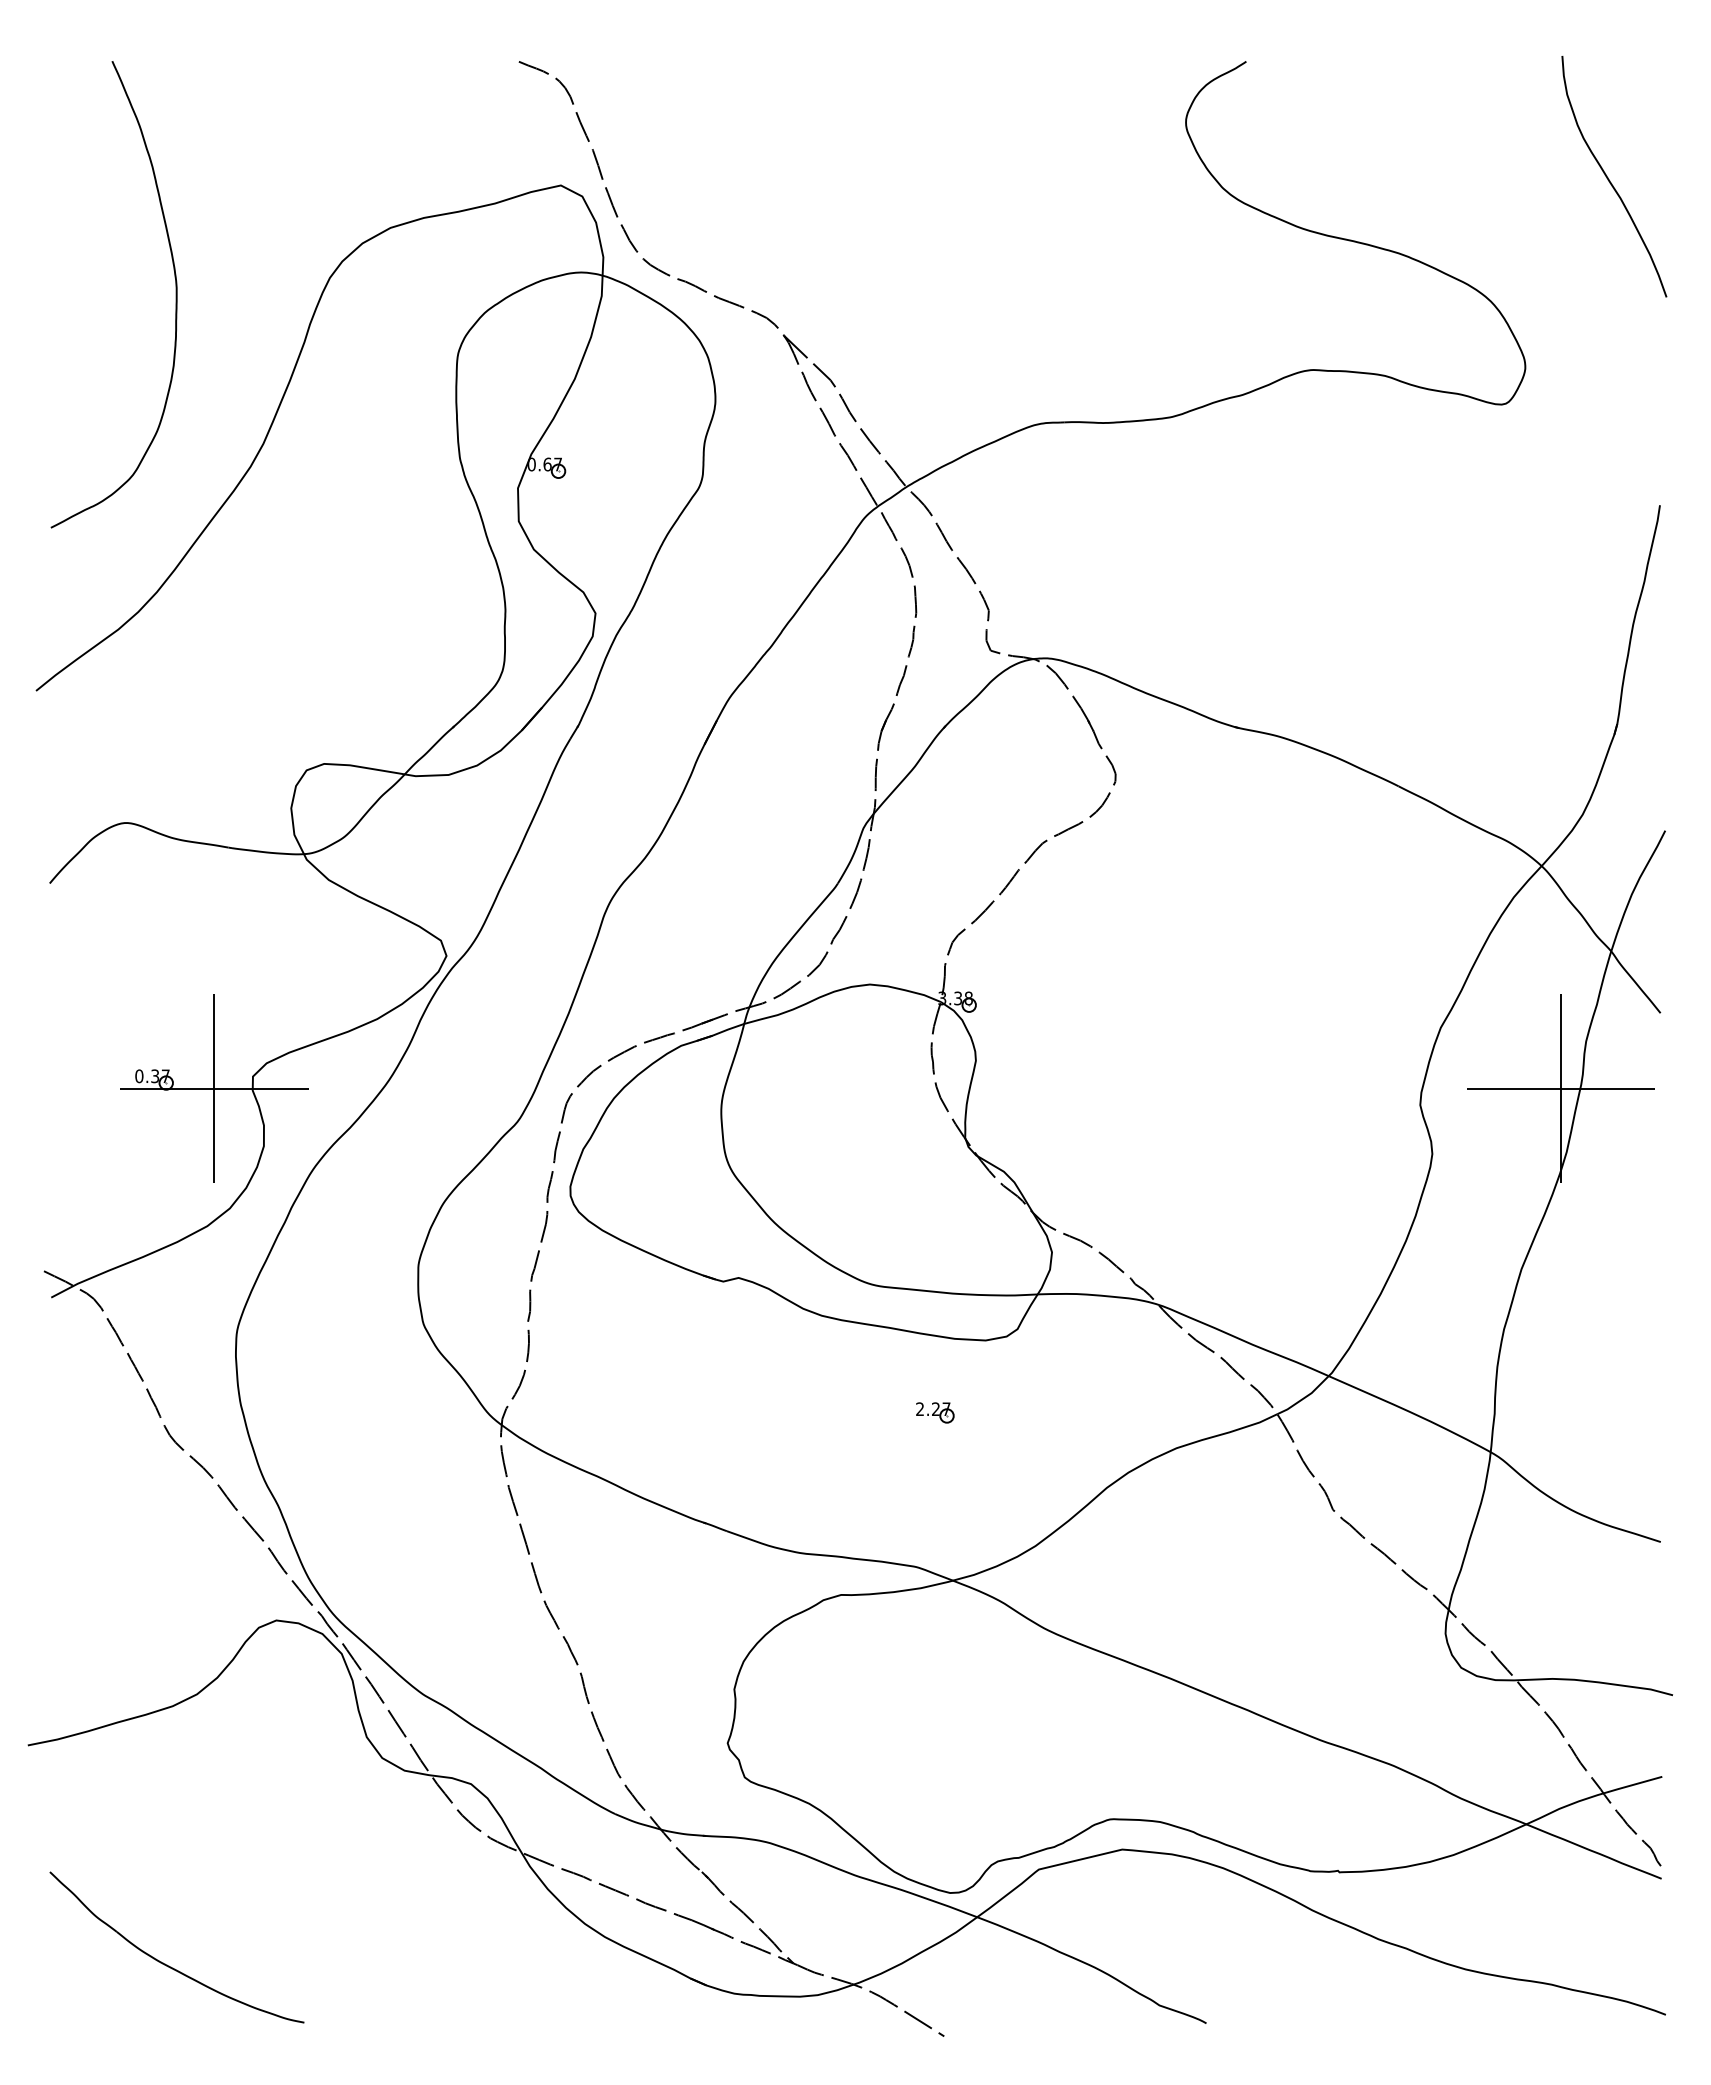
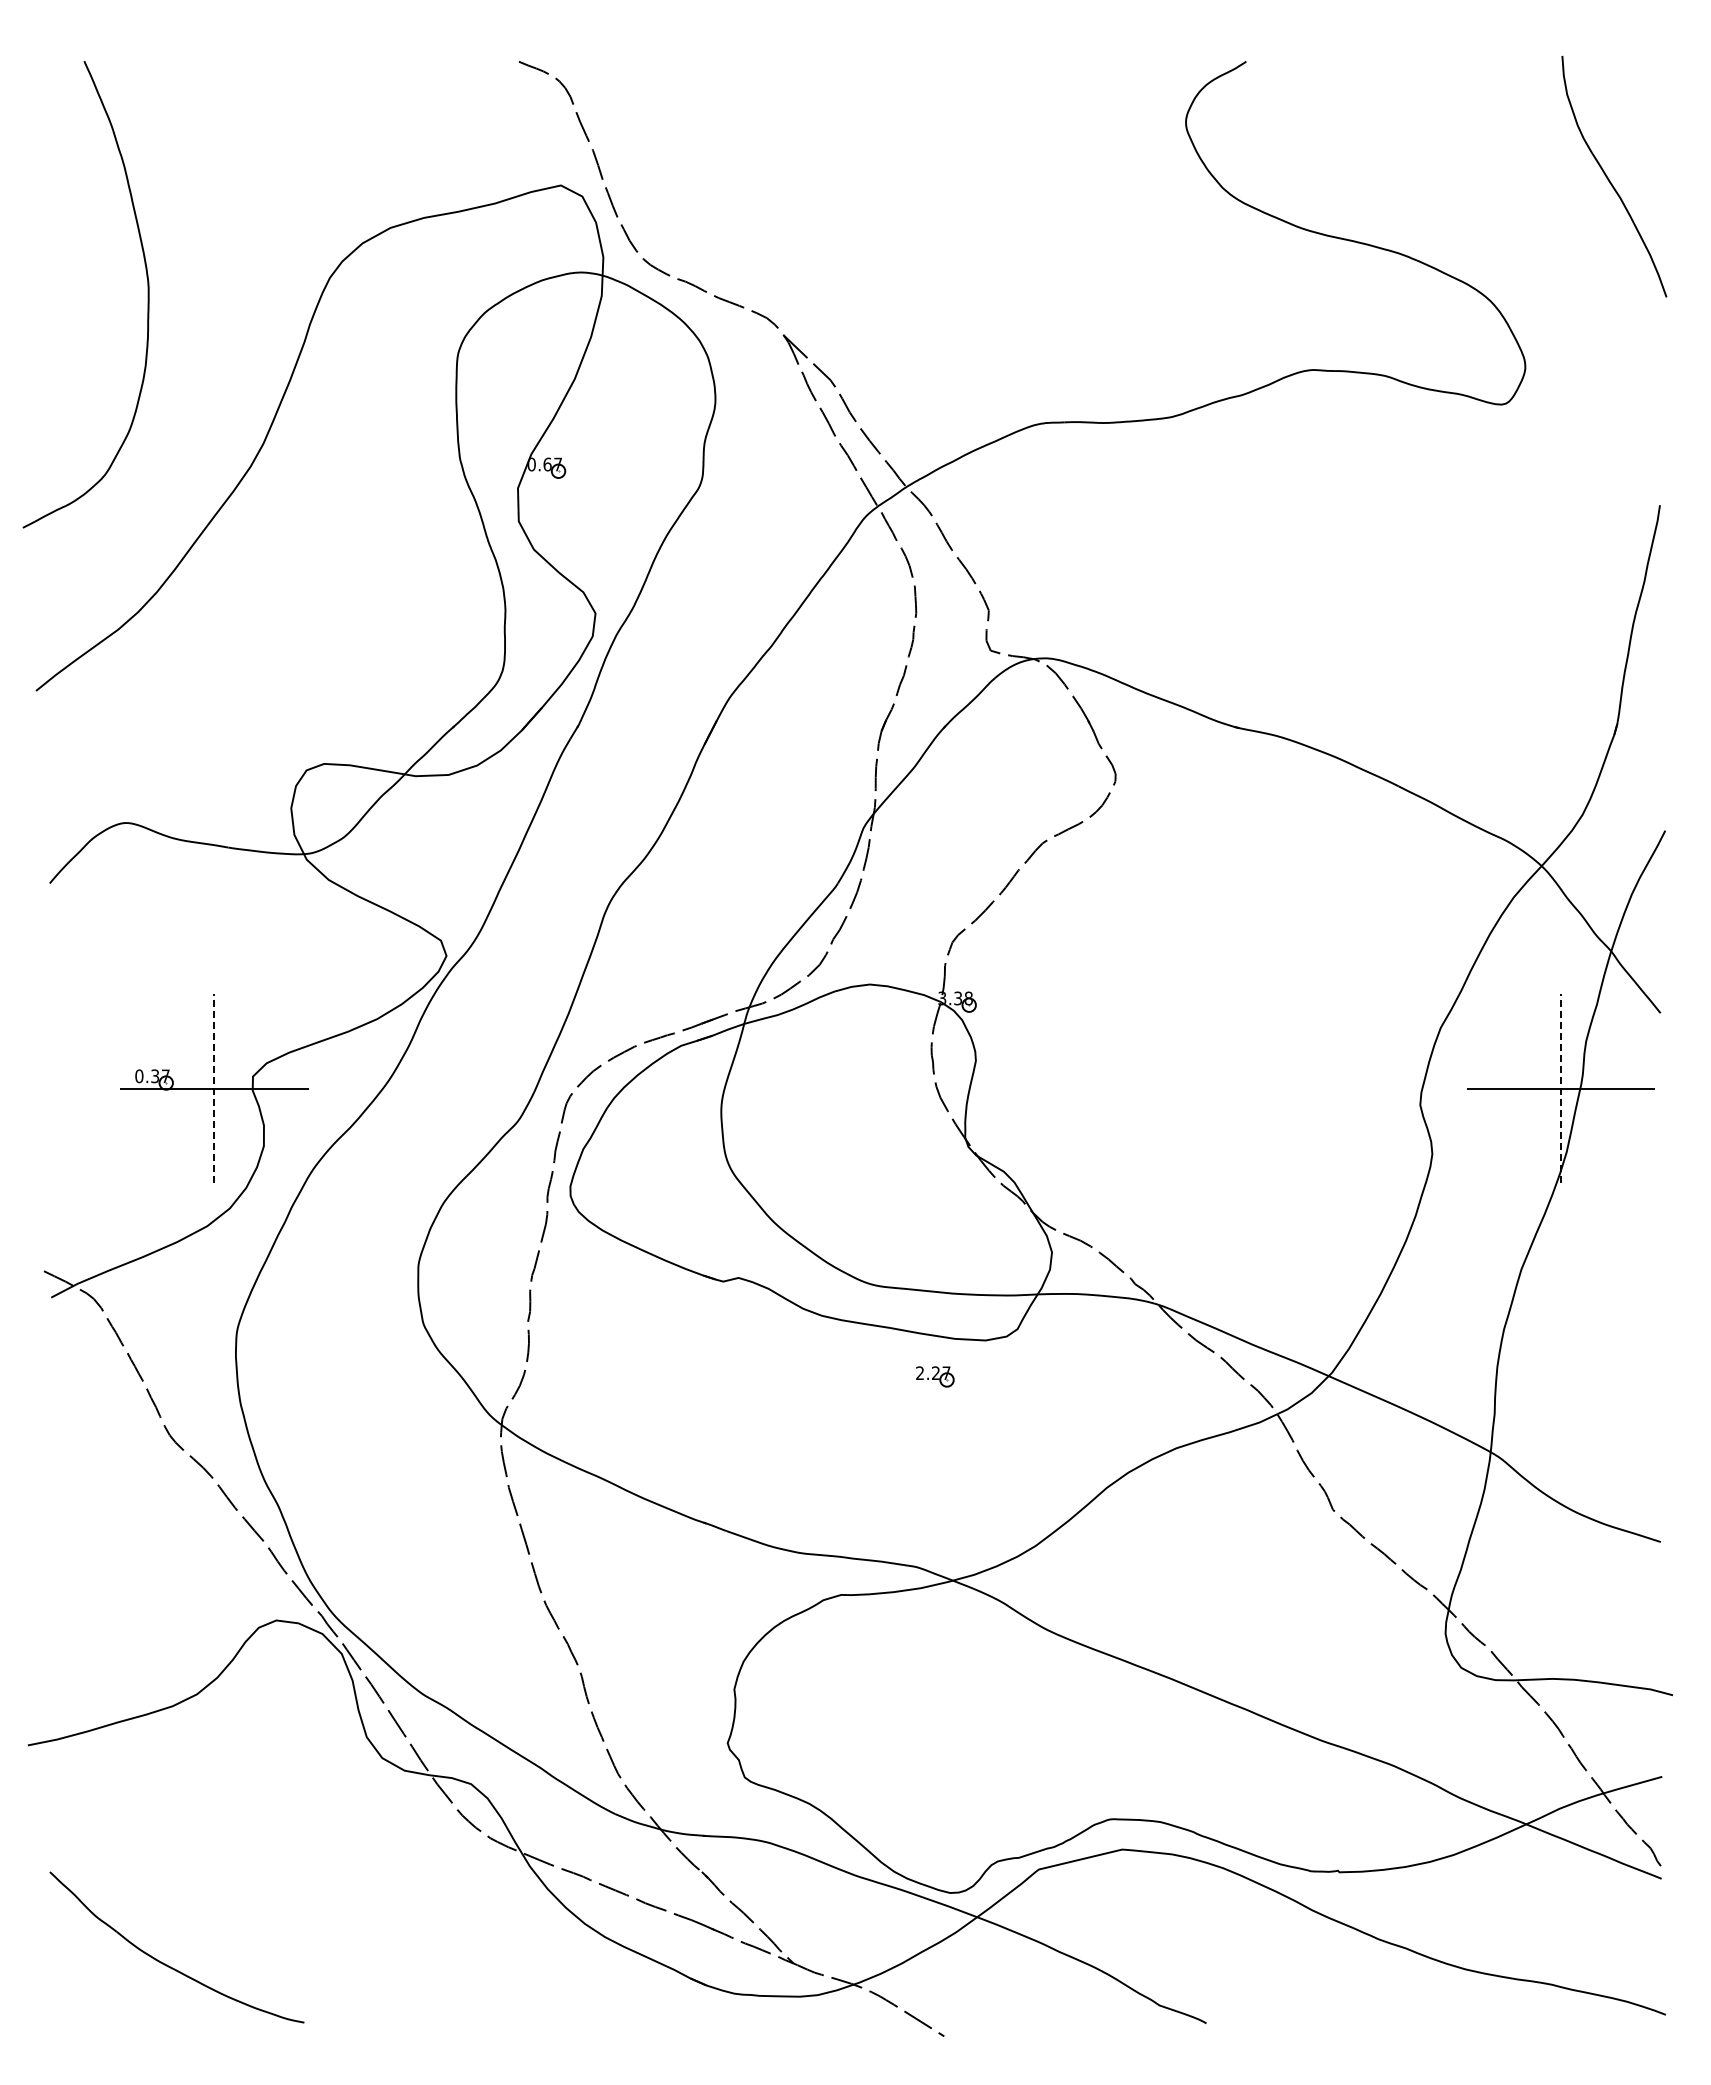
curve at (175, 294) position: (175, 294) -> (147, 294)
line at (214, 1088): solid -> dashed
line at (1561, 1088): solid -> dashed
part at (935, 1412) position: (935, 1412) -> (935, 1376)
